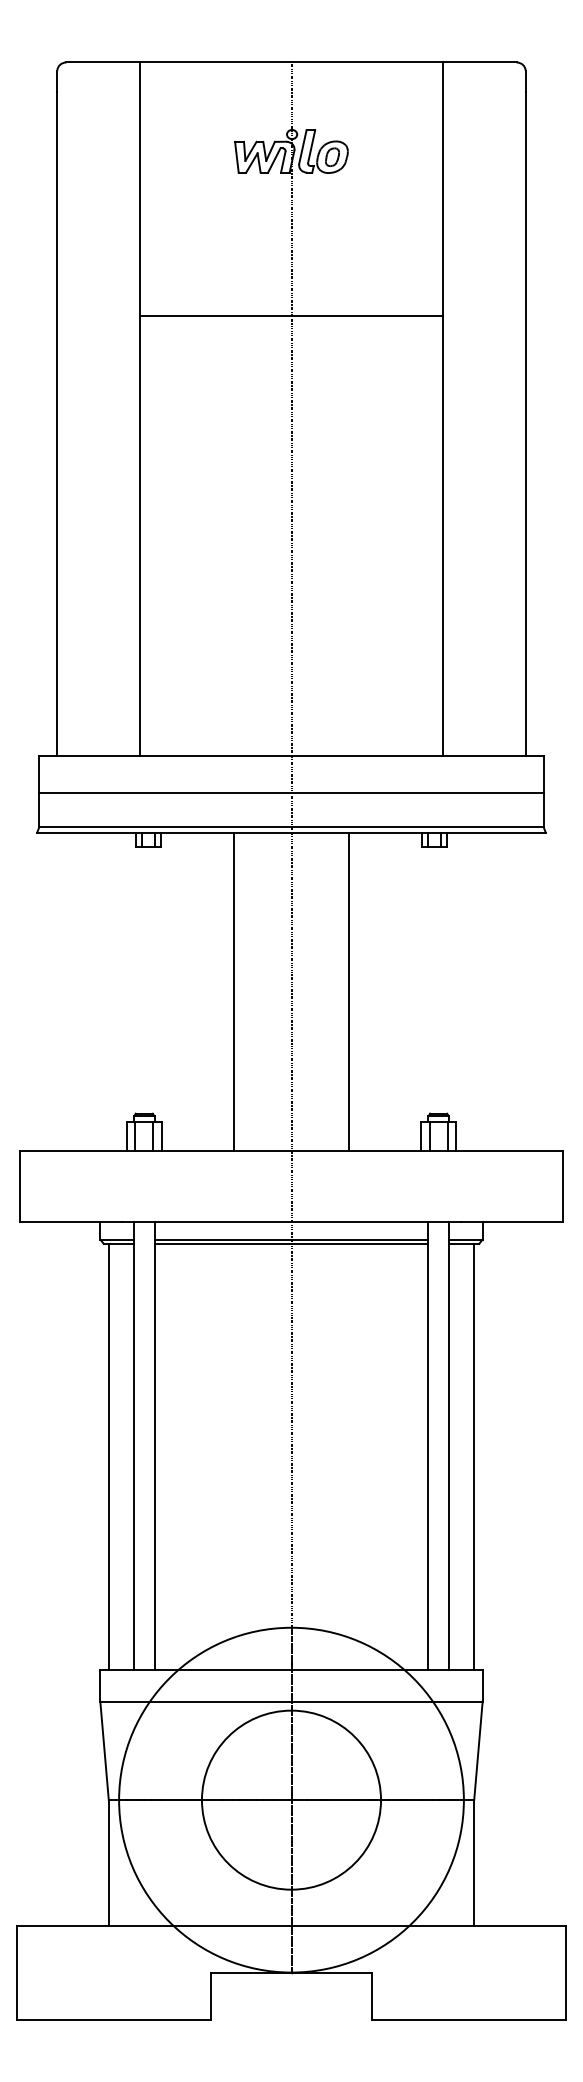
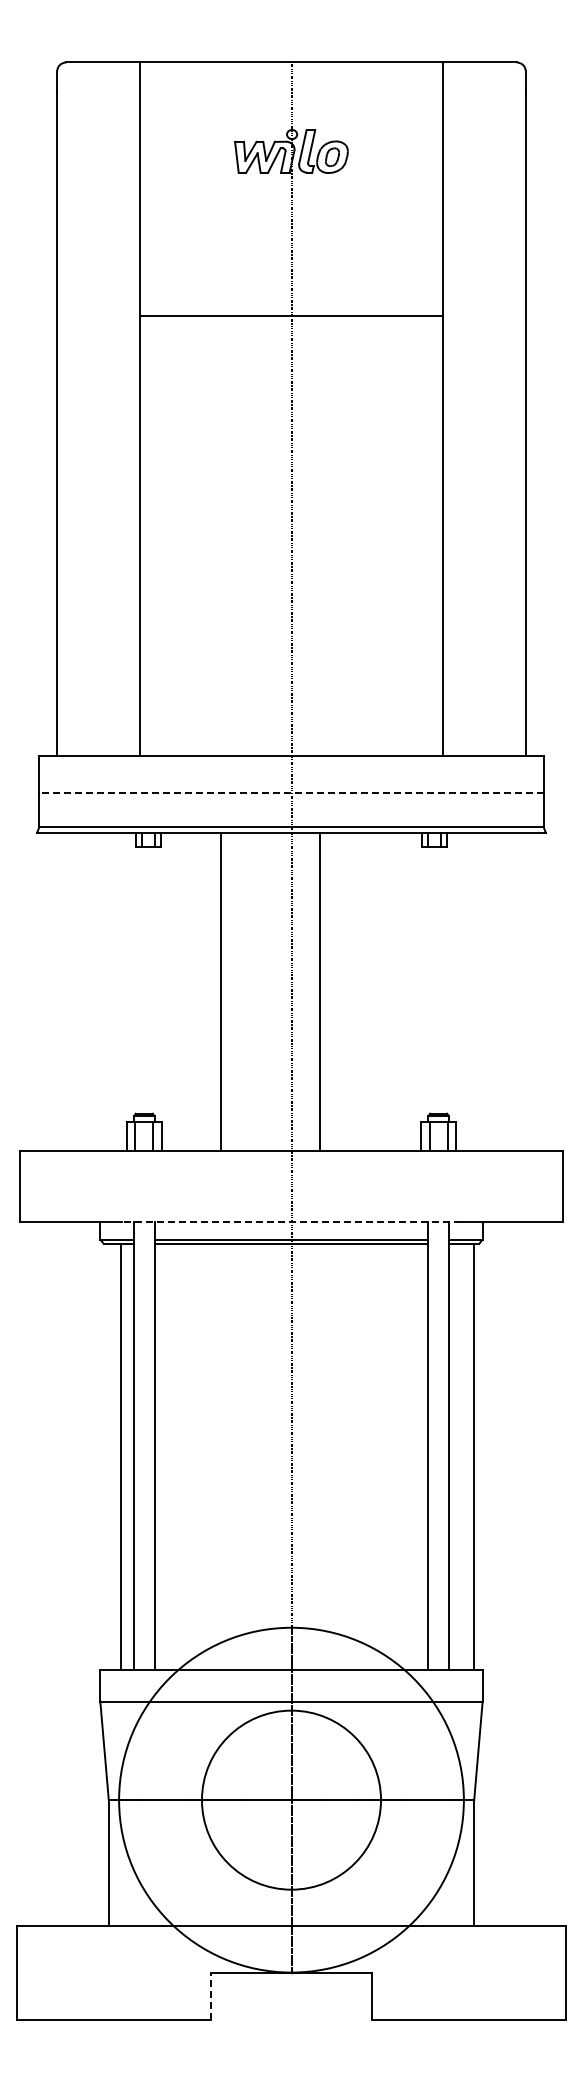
line at (291, 792): solid -> dashed
line at (233, 991) position: (233, 991) -> (220, 991)
line at (349, 991) position: (349, 991) -> (320, 991)
line at (291, 1221): solid -> dashed
line at (108, 1456) position: (108, 1456) -> (120, 1456)
line at (210, 1996): solid -> dashed
